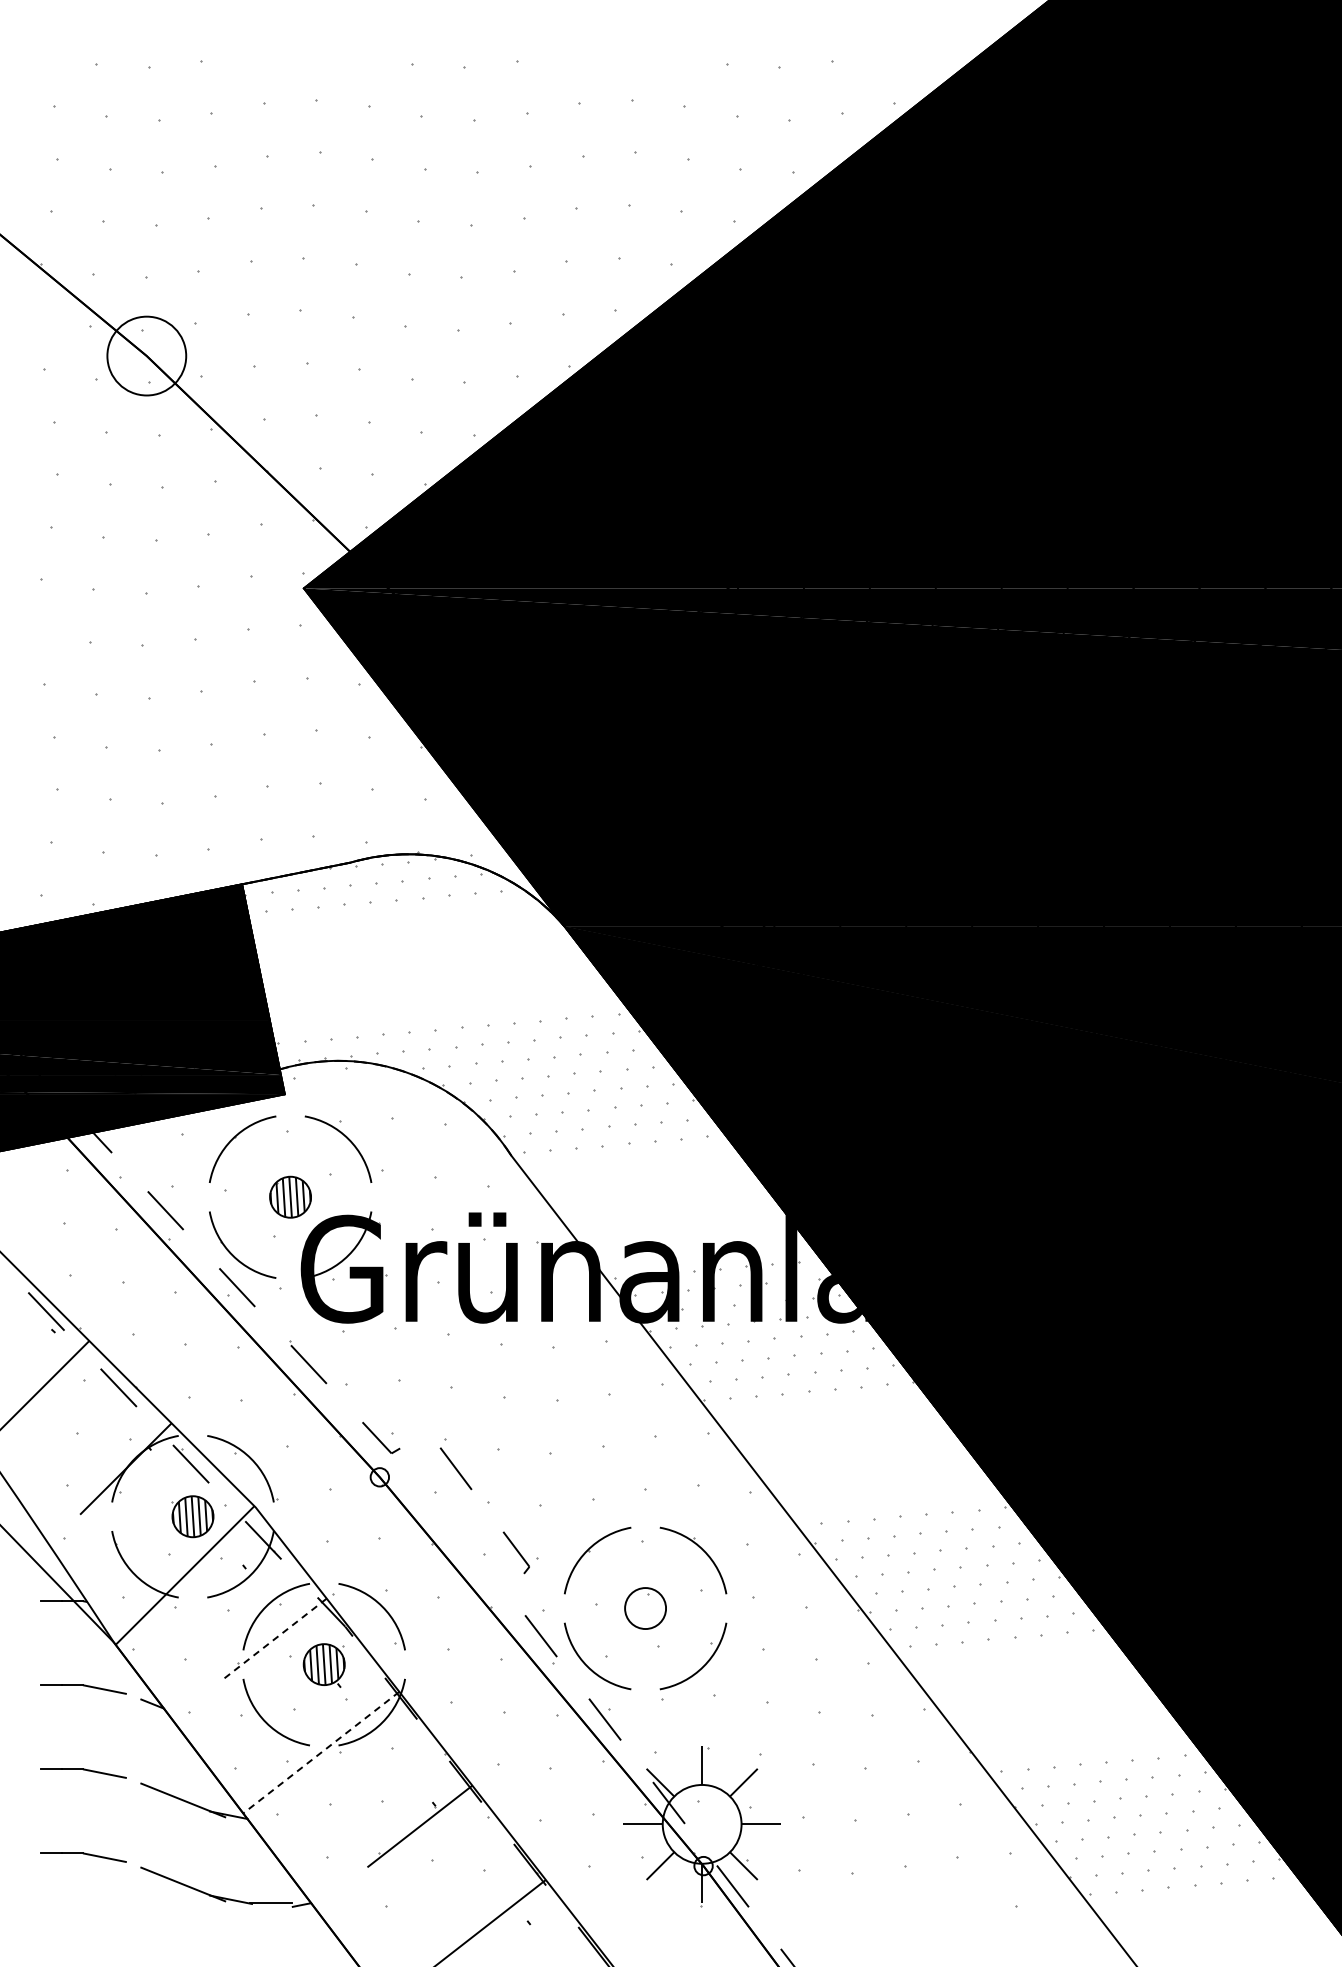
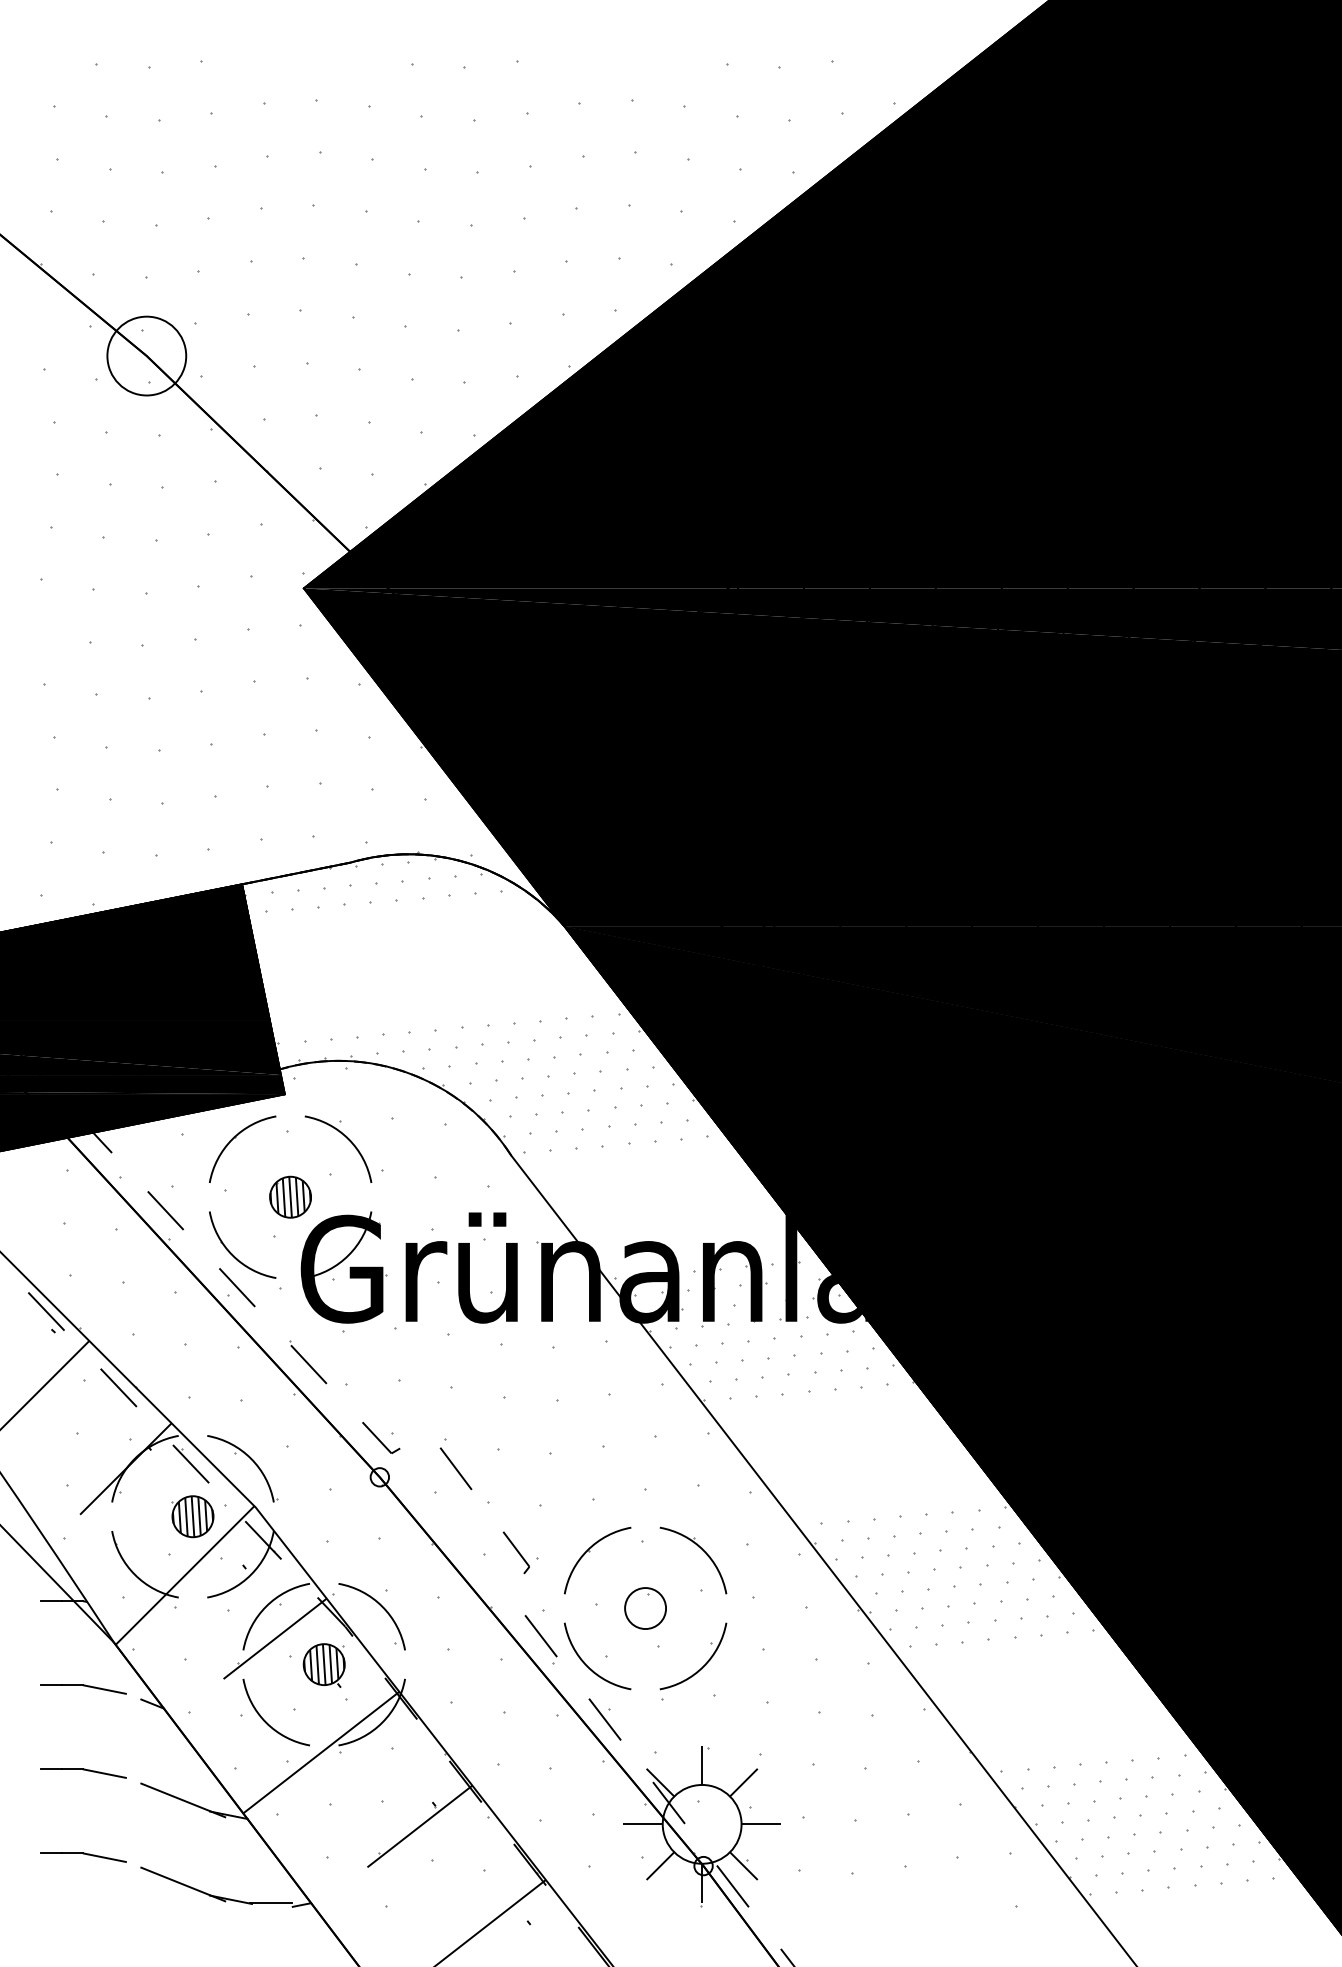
line at (274, 1639): dashed -> solid
line at (321, 1752): dashed -> solid
